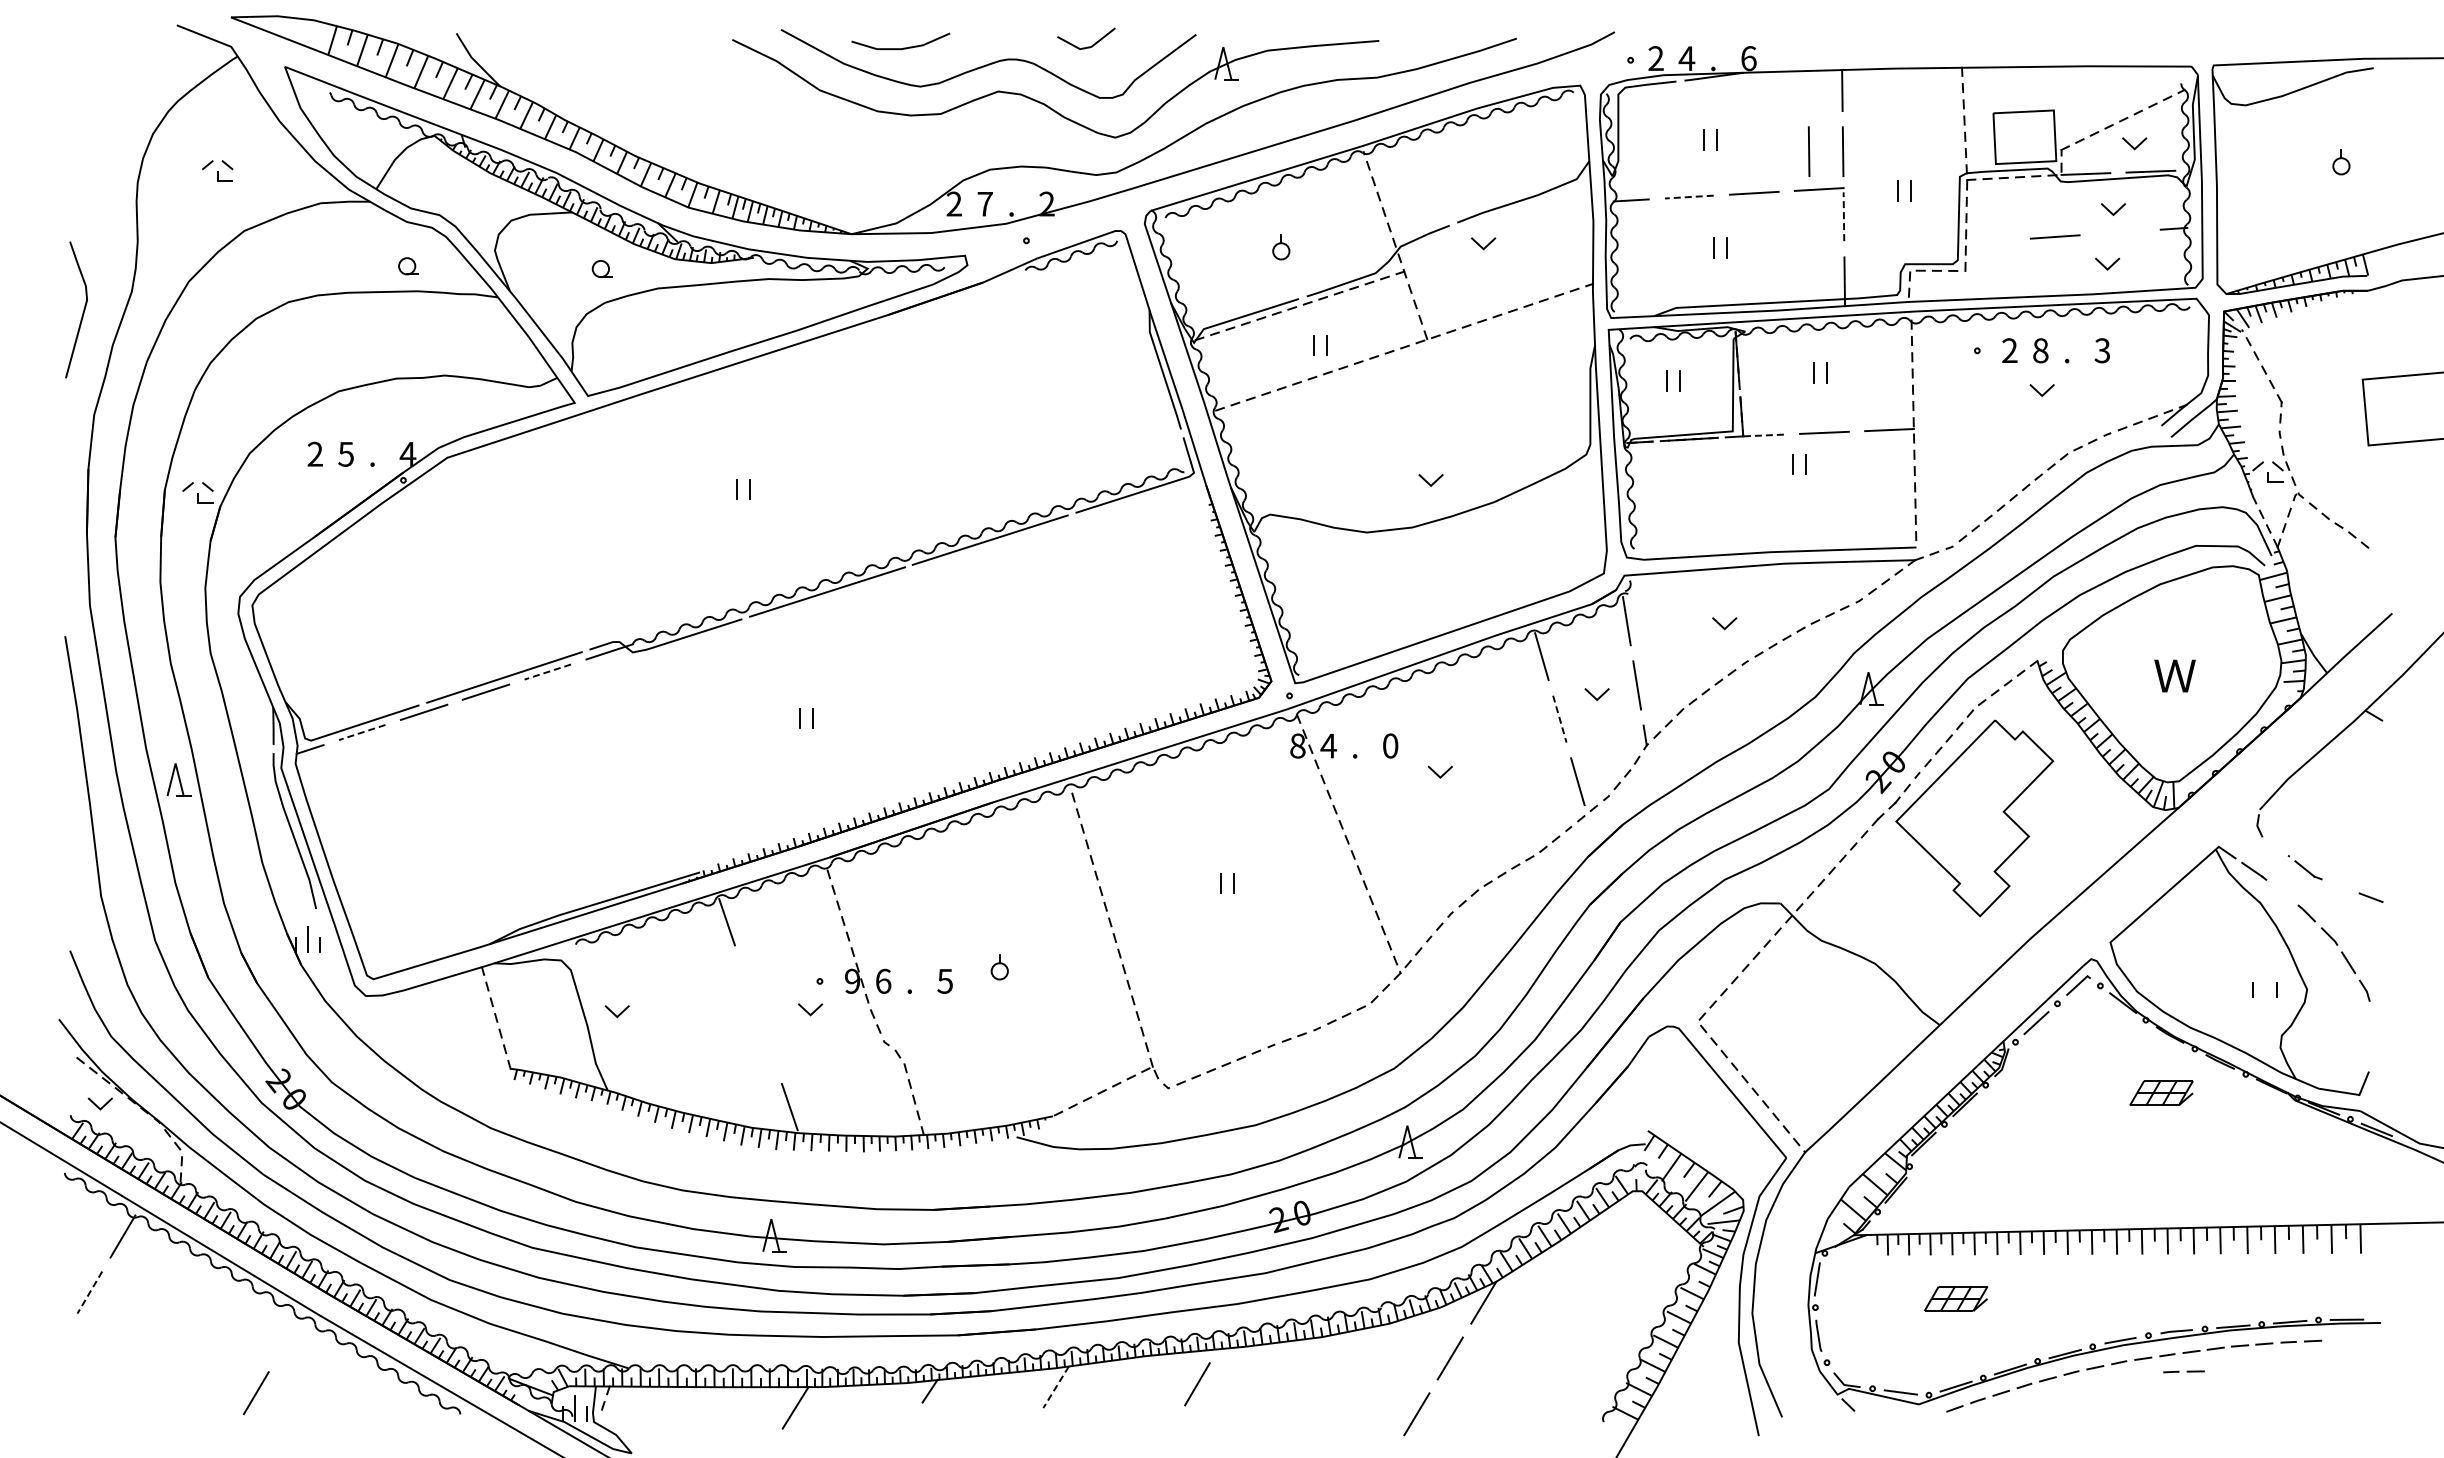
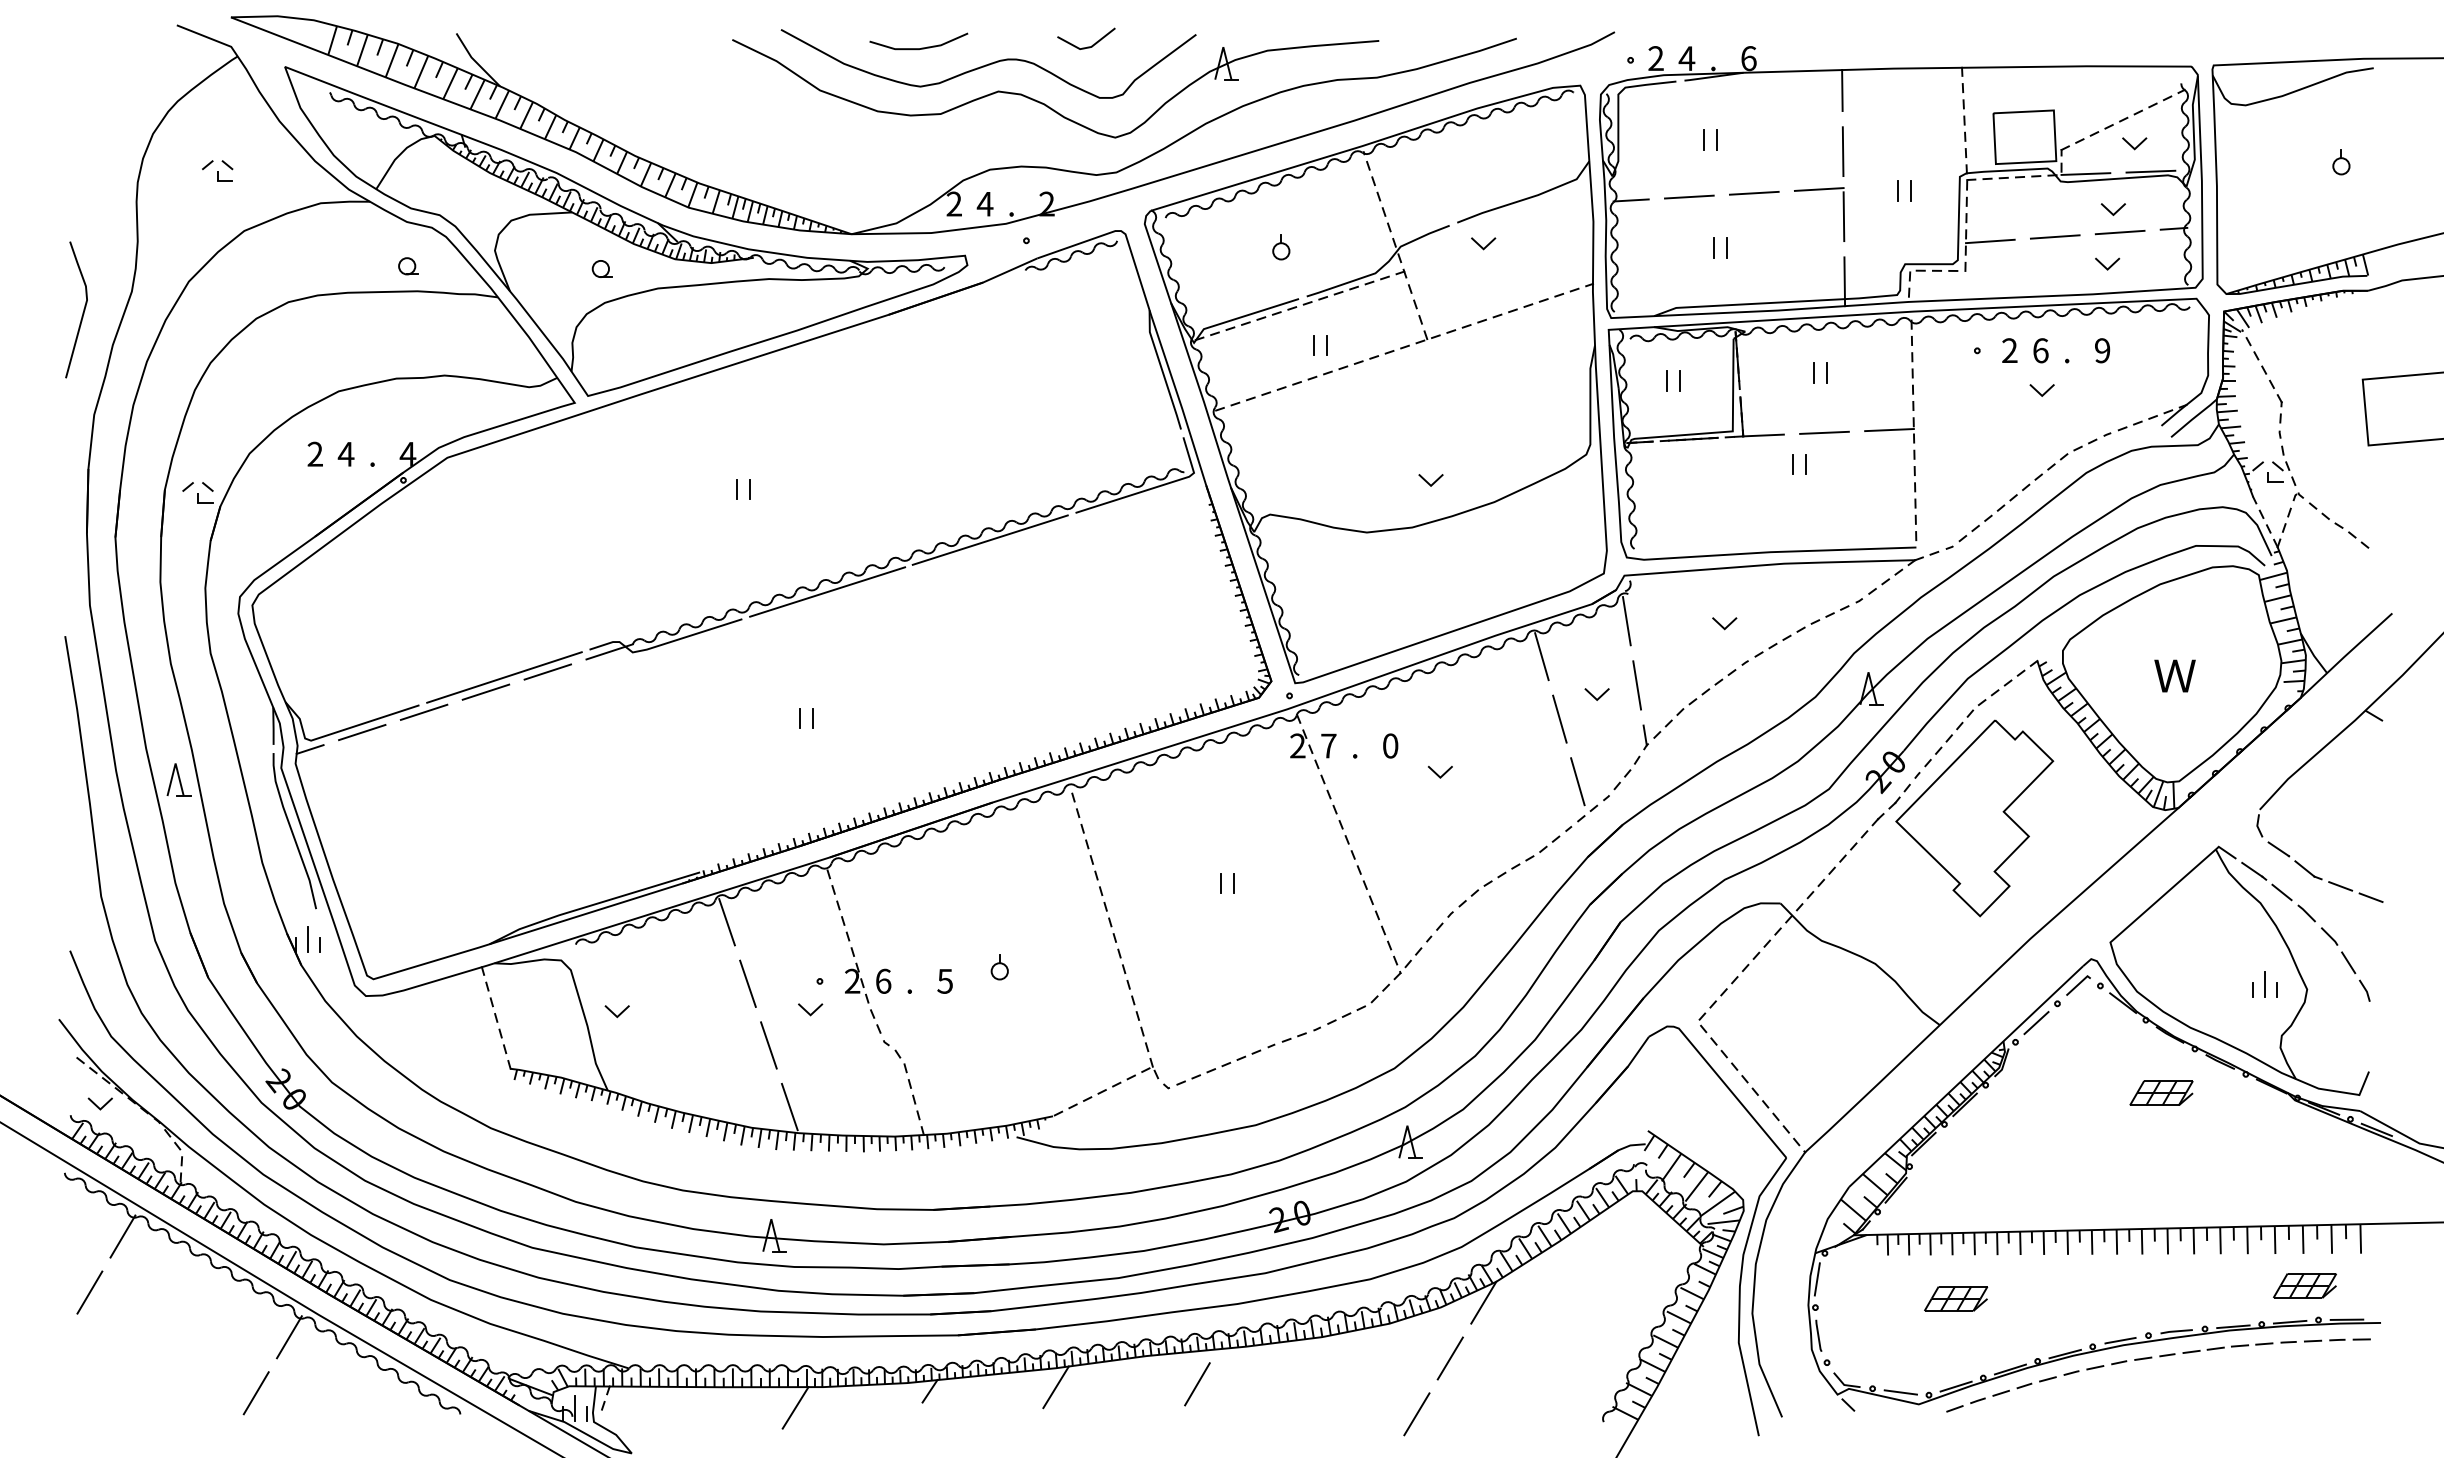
line at (903, 47) position: (903, 47) -> (921, 47)
line at (1809, 151): present -> none
line at (1688, 197): dashed -> solid
text at (984, 204): 7 -> 4
line at (1843, 216): dashed -> solid
line at (2120, 232): none -> present
line at (1990, 241): none -> present
text at (2040, 350): 8 -> 6
text at (2102, 350): 3 -> 9
line at (1763, 435): dashed -> solid
text at (345, 454): 5 -> 4
line at (547, 672): dashed -> solid
line at (1560, 719): dashed -> solid
line at (361, 732): dashed -> solid
text at (1297, 745): 8 -> 2
text at (1328, 745): 4 -> 7
line at (2278, 849): none -> present
line at (2340, 886): none -> present
line at (2281, 892): none -> present
text at (852, 981): 9 -> 2
line at (747, 983): none -> present
line at (2265, 984): none -> present
line at (768, 1045): none -> present
part at (2304, 1285): none -> present
line at (89, 1293): dashed -> solid
line at (289, 1337): none -> present
line at (2186, 1371) position: (2186, 1371) -> (2352, 1339)
line at (1055, 1387): dashed -> solid
